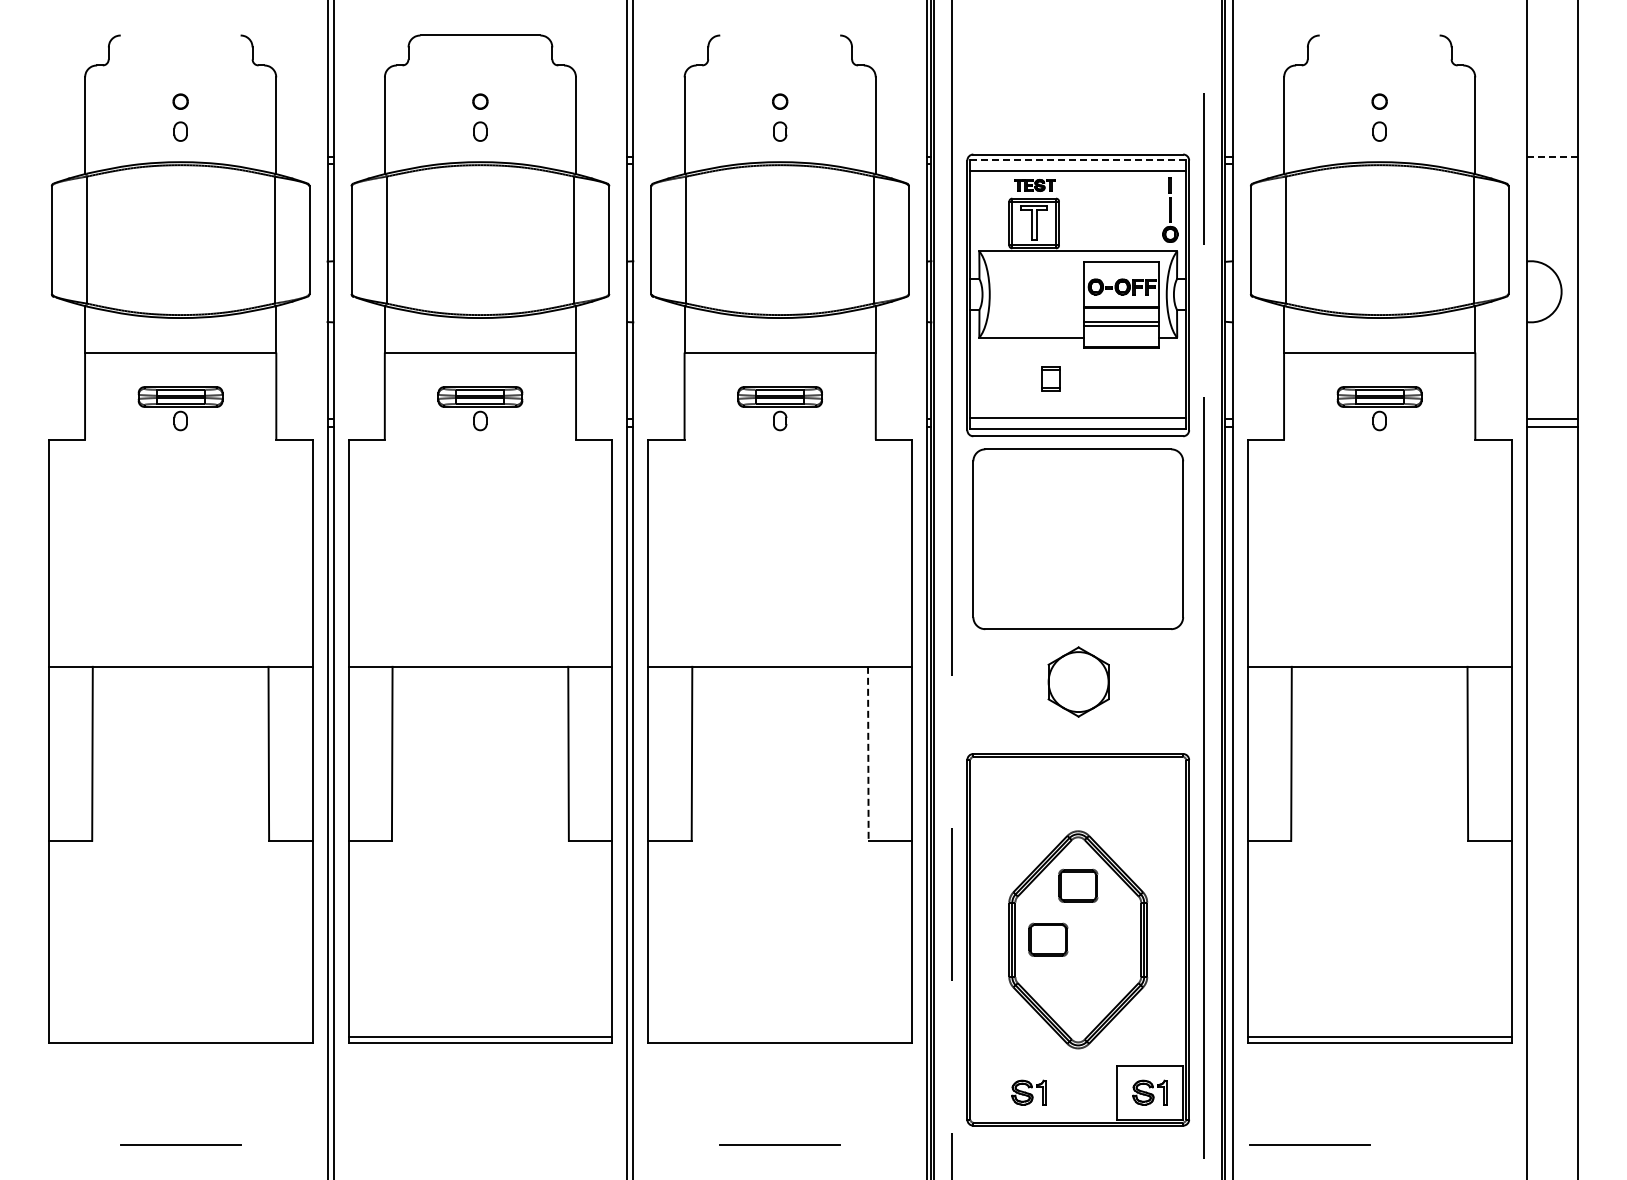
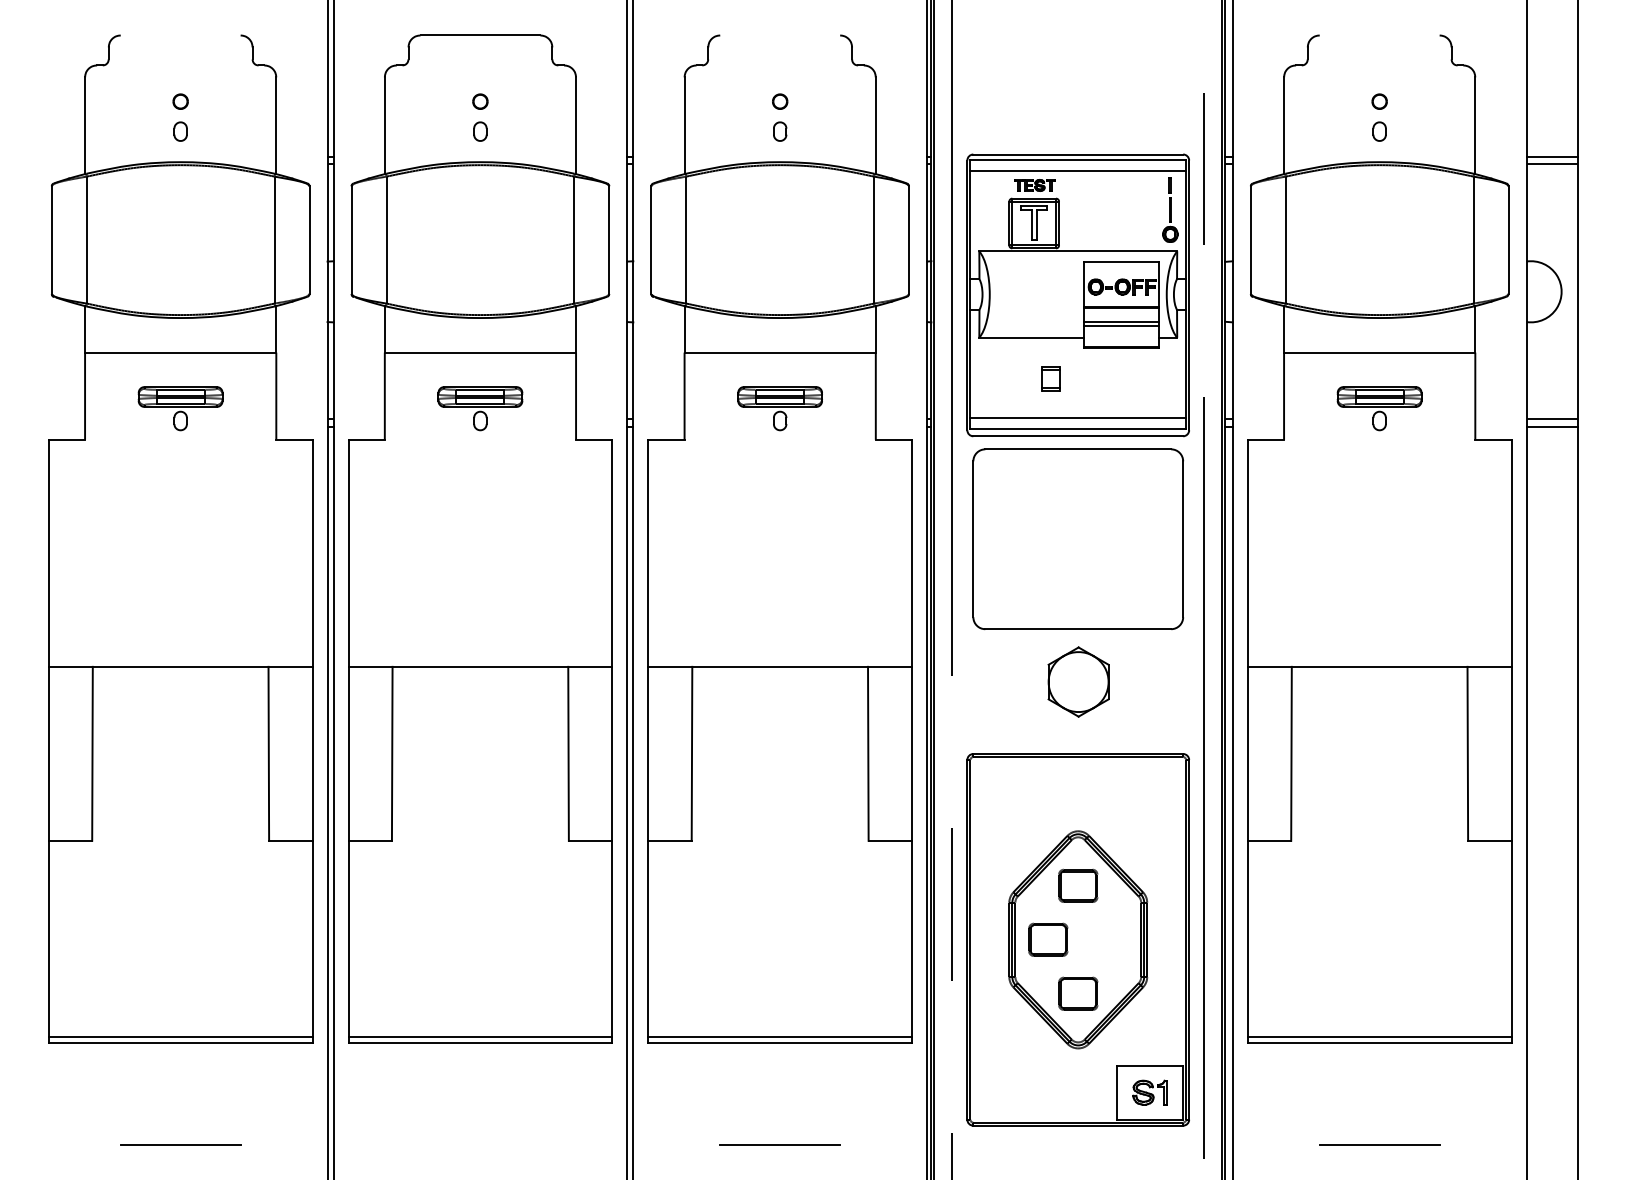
line at (1552, 156): dashed -> solid
line at (1078, 159): dashed -> solid
line at (1552, 164): none -> present
line at (868, 753): dashed -> solid
part at (1078, 993): none -> present
line at (180, 1036): none -> present
line at (780, 1036): none -> present
part at (1028, 1092): present -> none
line at (1309, 1144) position: (1309, 1144) -> (1379, 1144)
